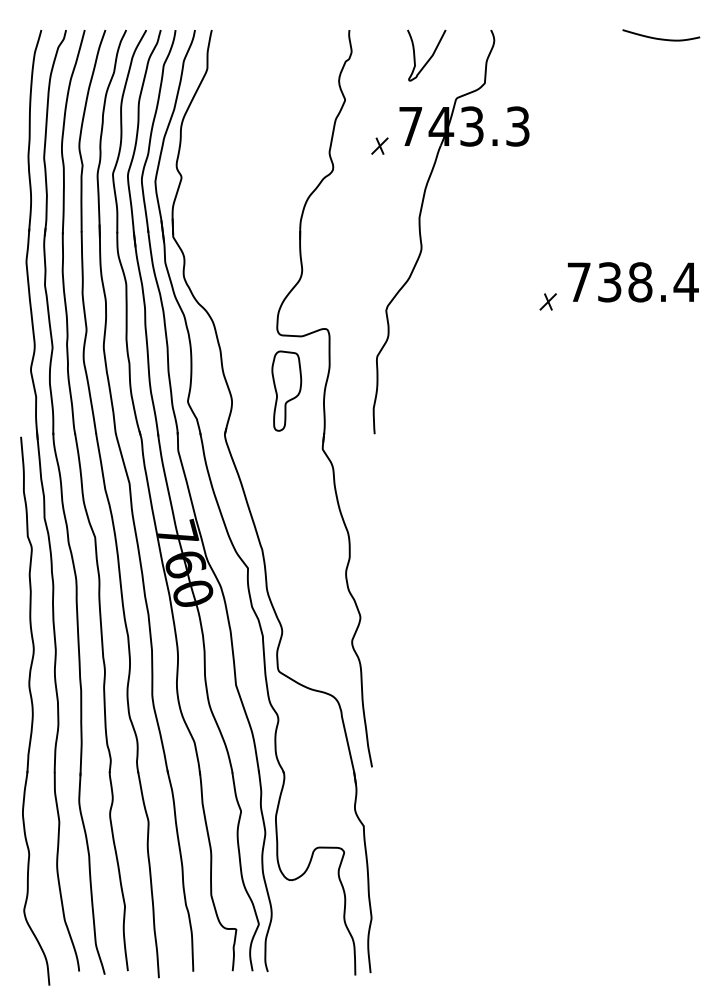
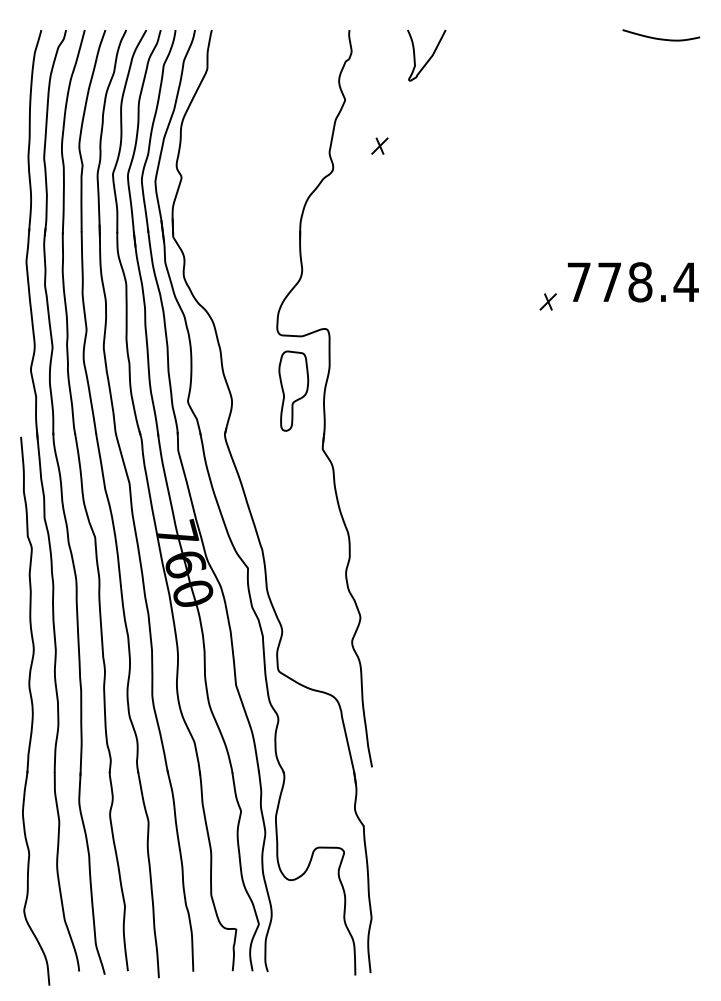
part at (421, 234): present -> none
text at (609, 282): 738.4 -> 778.4
part at (286, 390) position: (286, 390) -> (293, 390)
